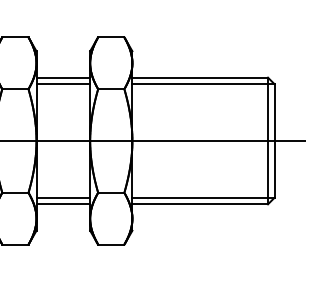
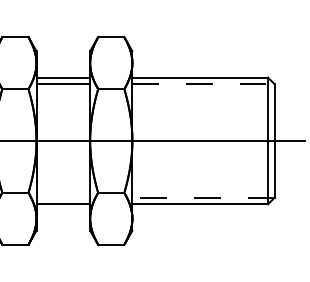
line at (203, 84): solid -> dashed
line at (63, 197): present -> none
line at (202, 197): solid -> dashed
